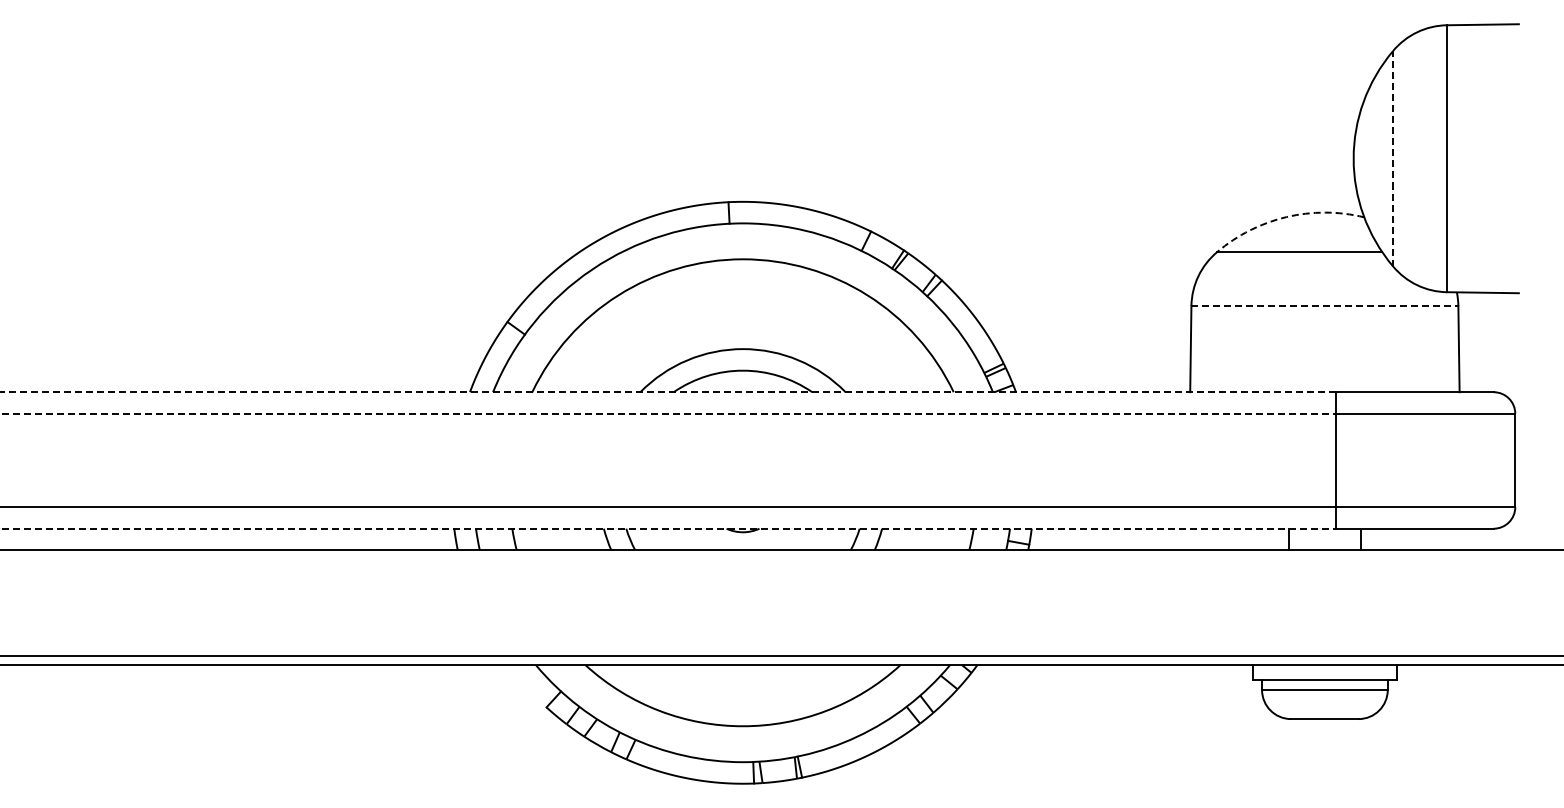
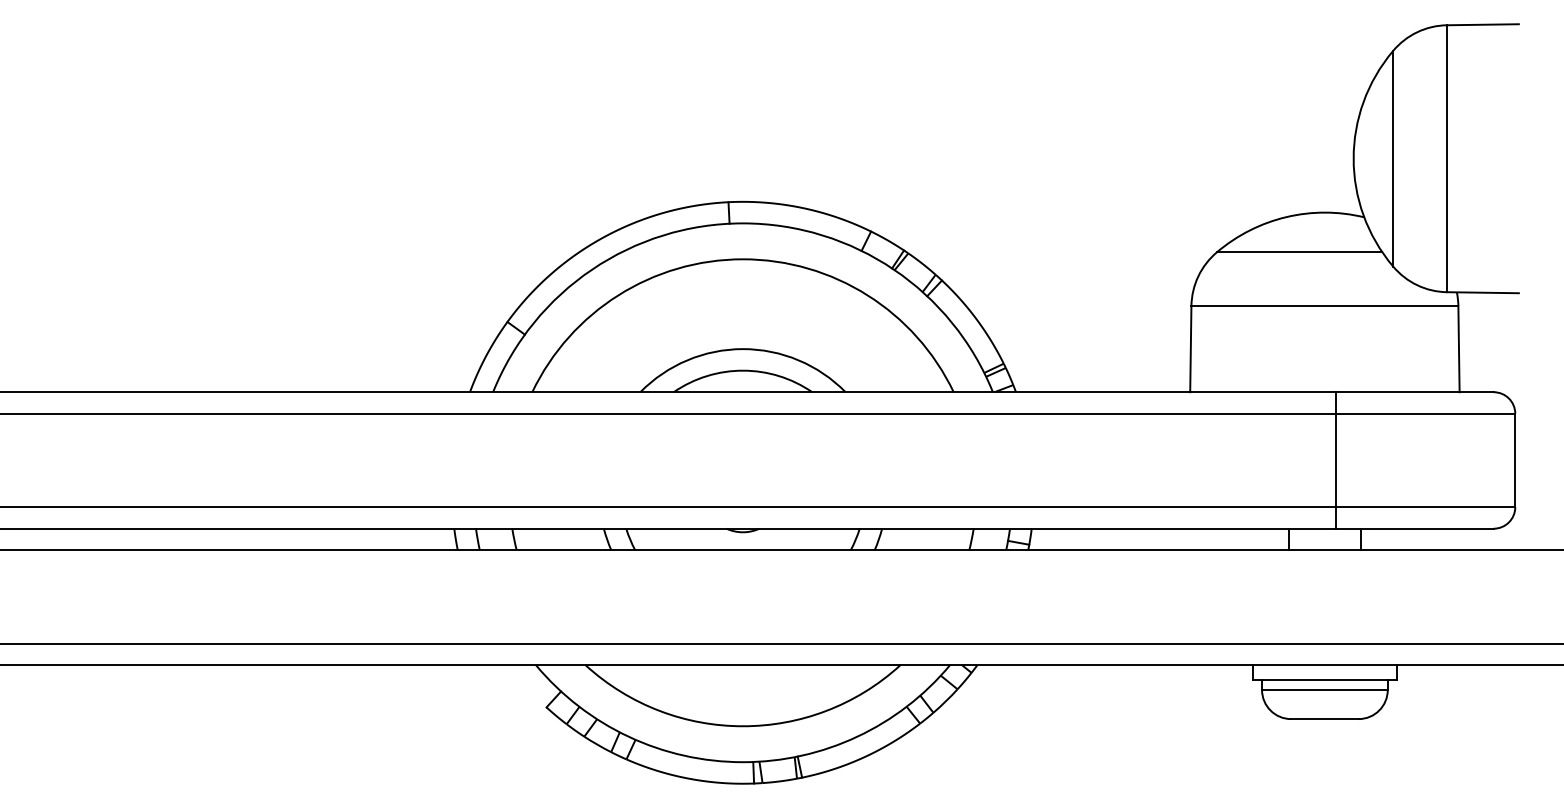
line at (1393, 158): dashed -> solid
arc at (1286, 217): dashed -> solid
line at (1325, 306): dashed -> solid
line at (667, 392): dashed -> solid
line at (668, 413): dashed -> solid
line at (668, 528): dashed -> solid
line at (781, 655) position: (781, 655) -> (781, 643)
